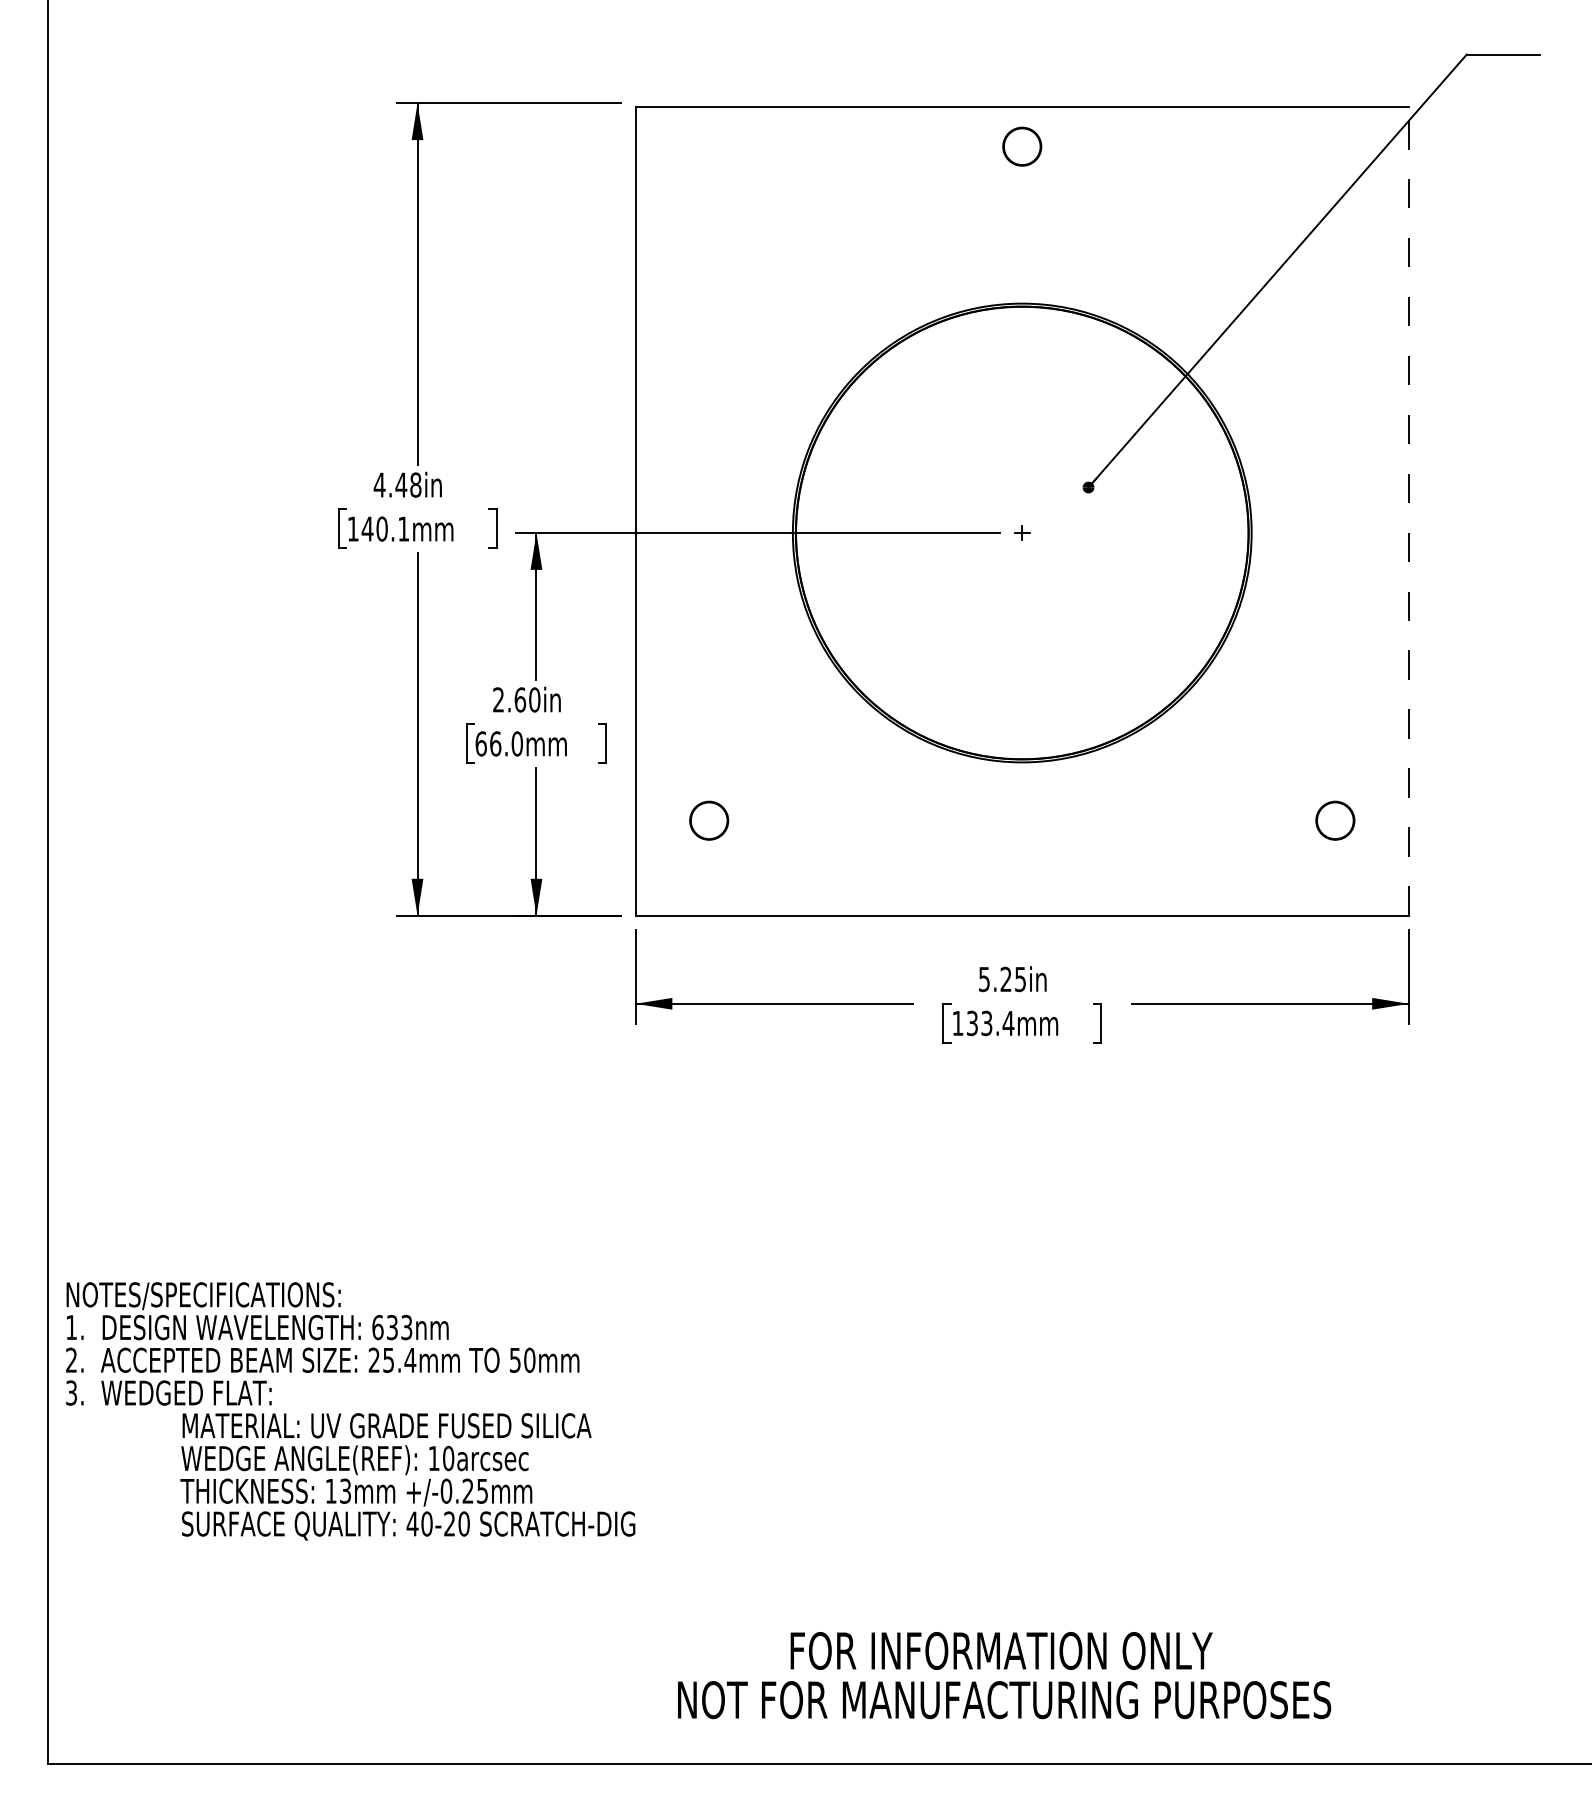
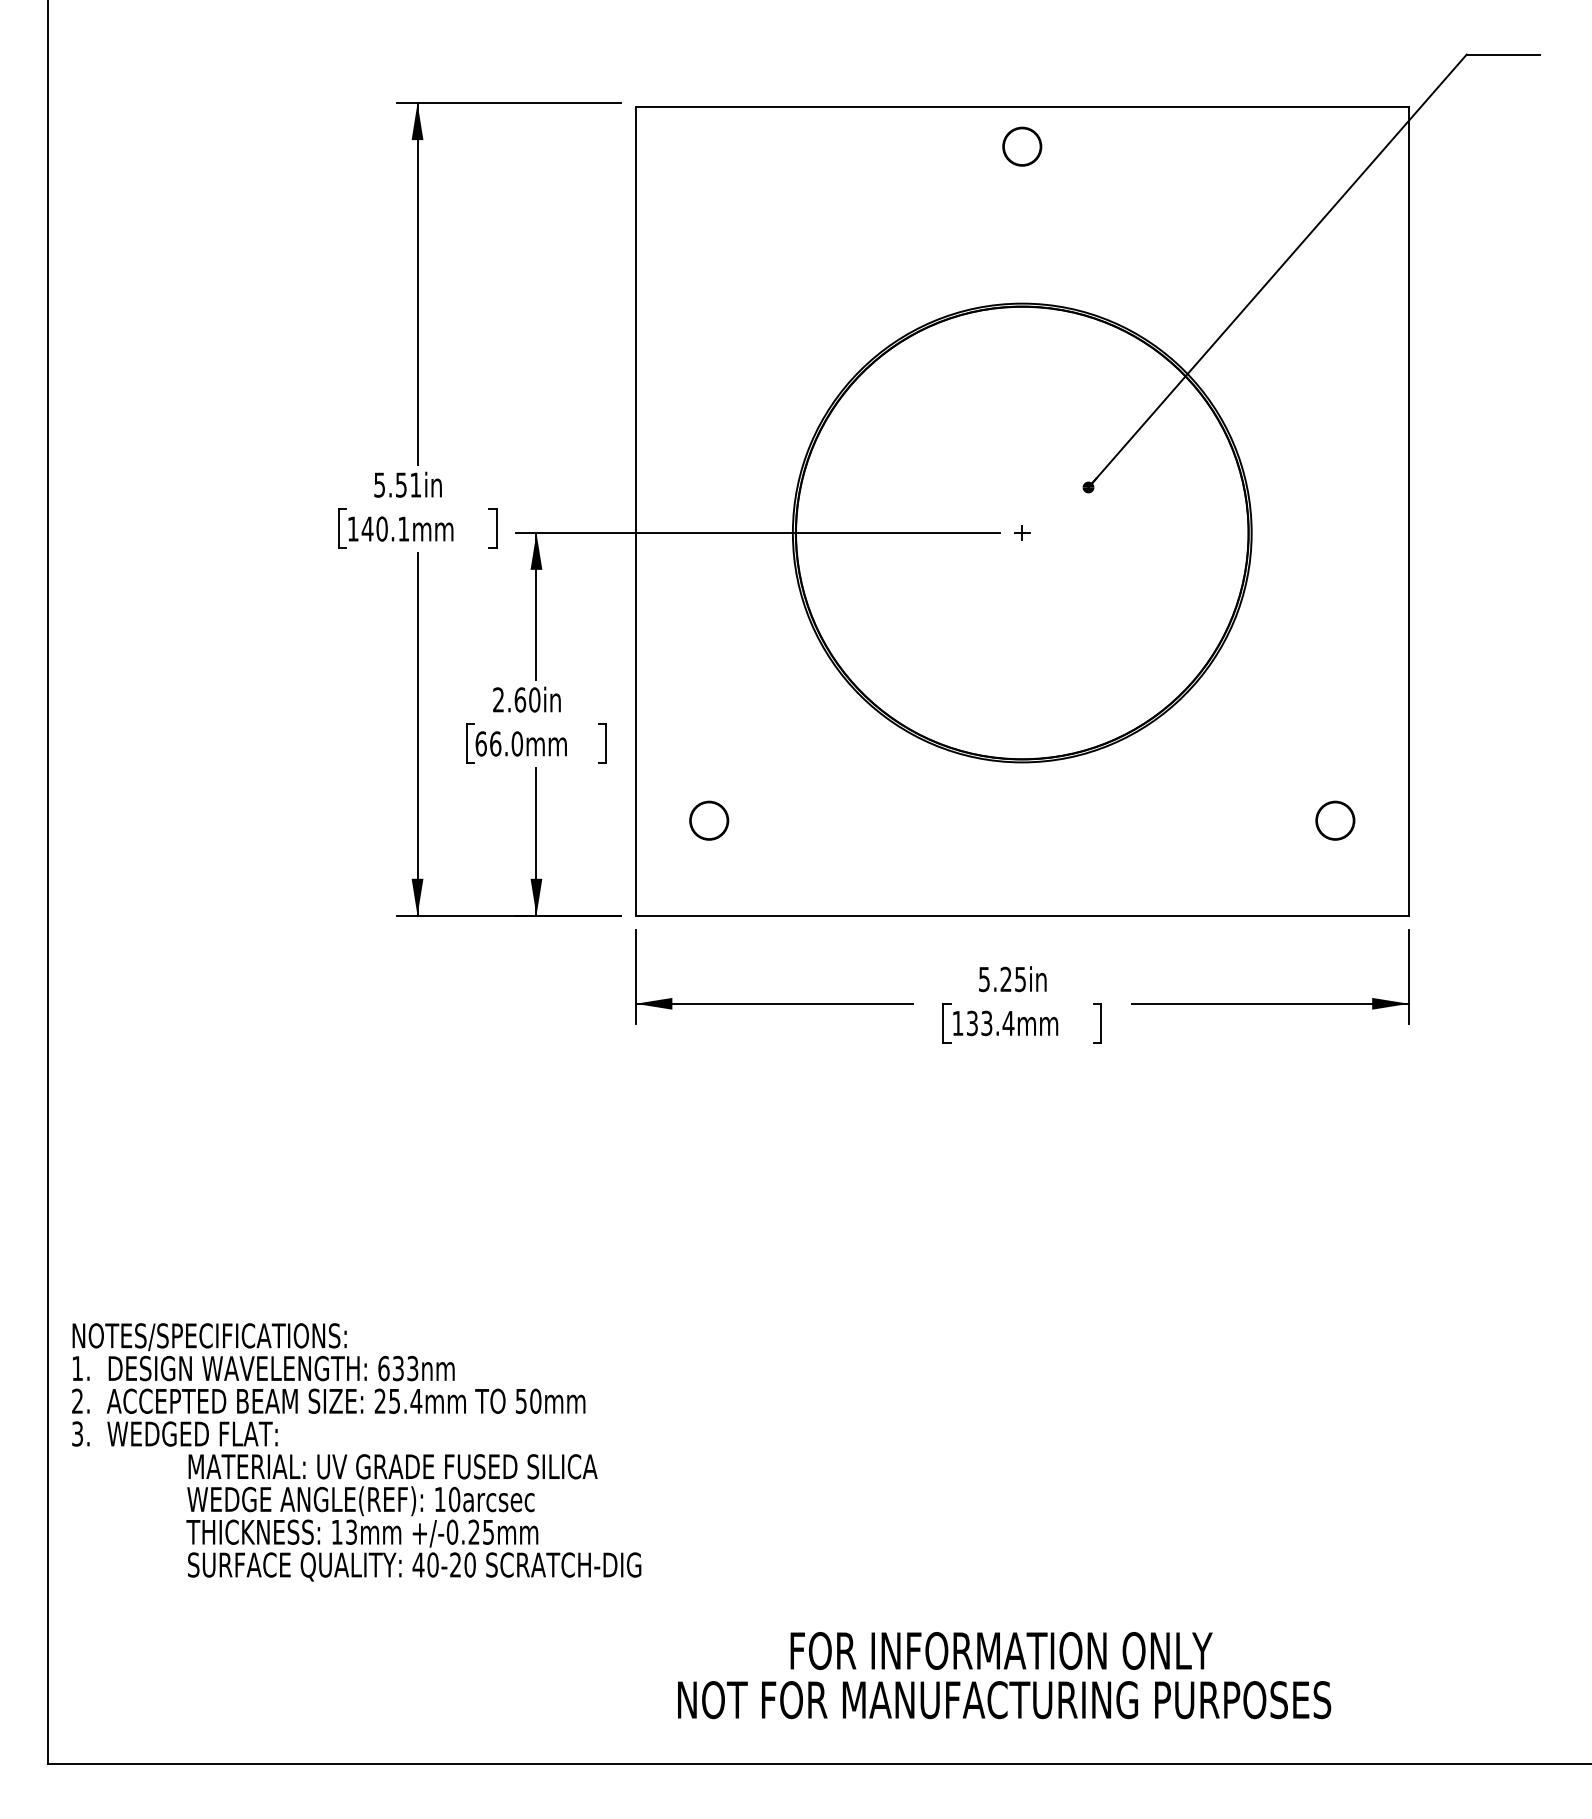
text at (397, 484): 4.48in -> 5.51in
line at (1409, 510): dashed -> solid
text at (350, 1411) position: (350, 1411) -> (356, 1452)
